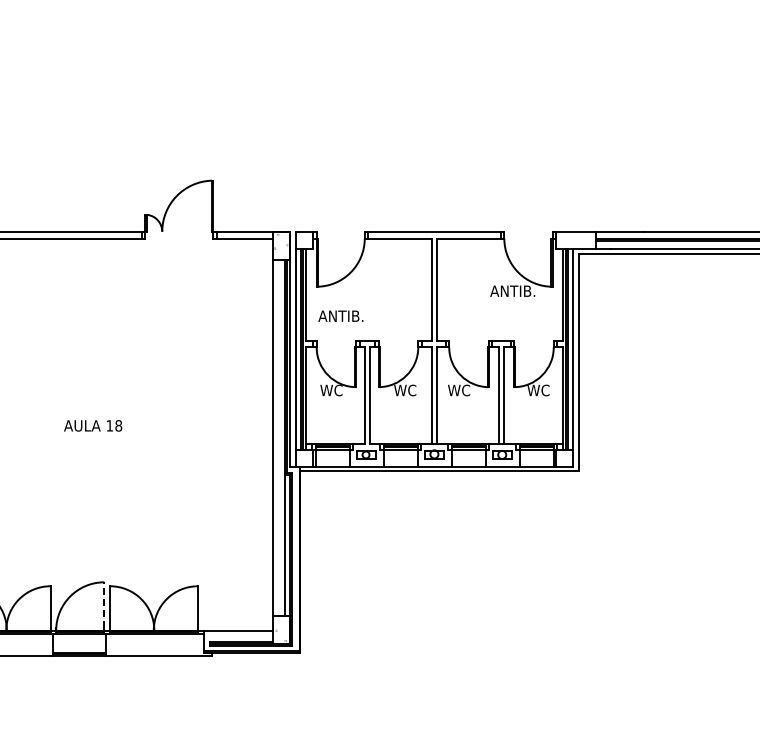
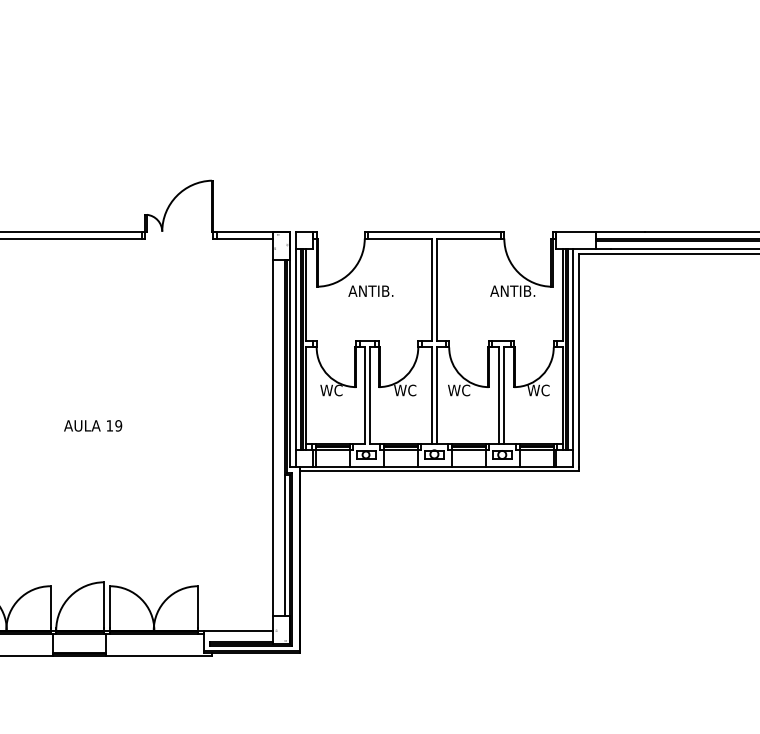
text at (340, 315) position: (340, 315) -> (370, 290)
text at (118, 425): 18 -> 19
line at (104, 605): dashed -> solid
